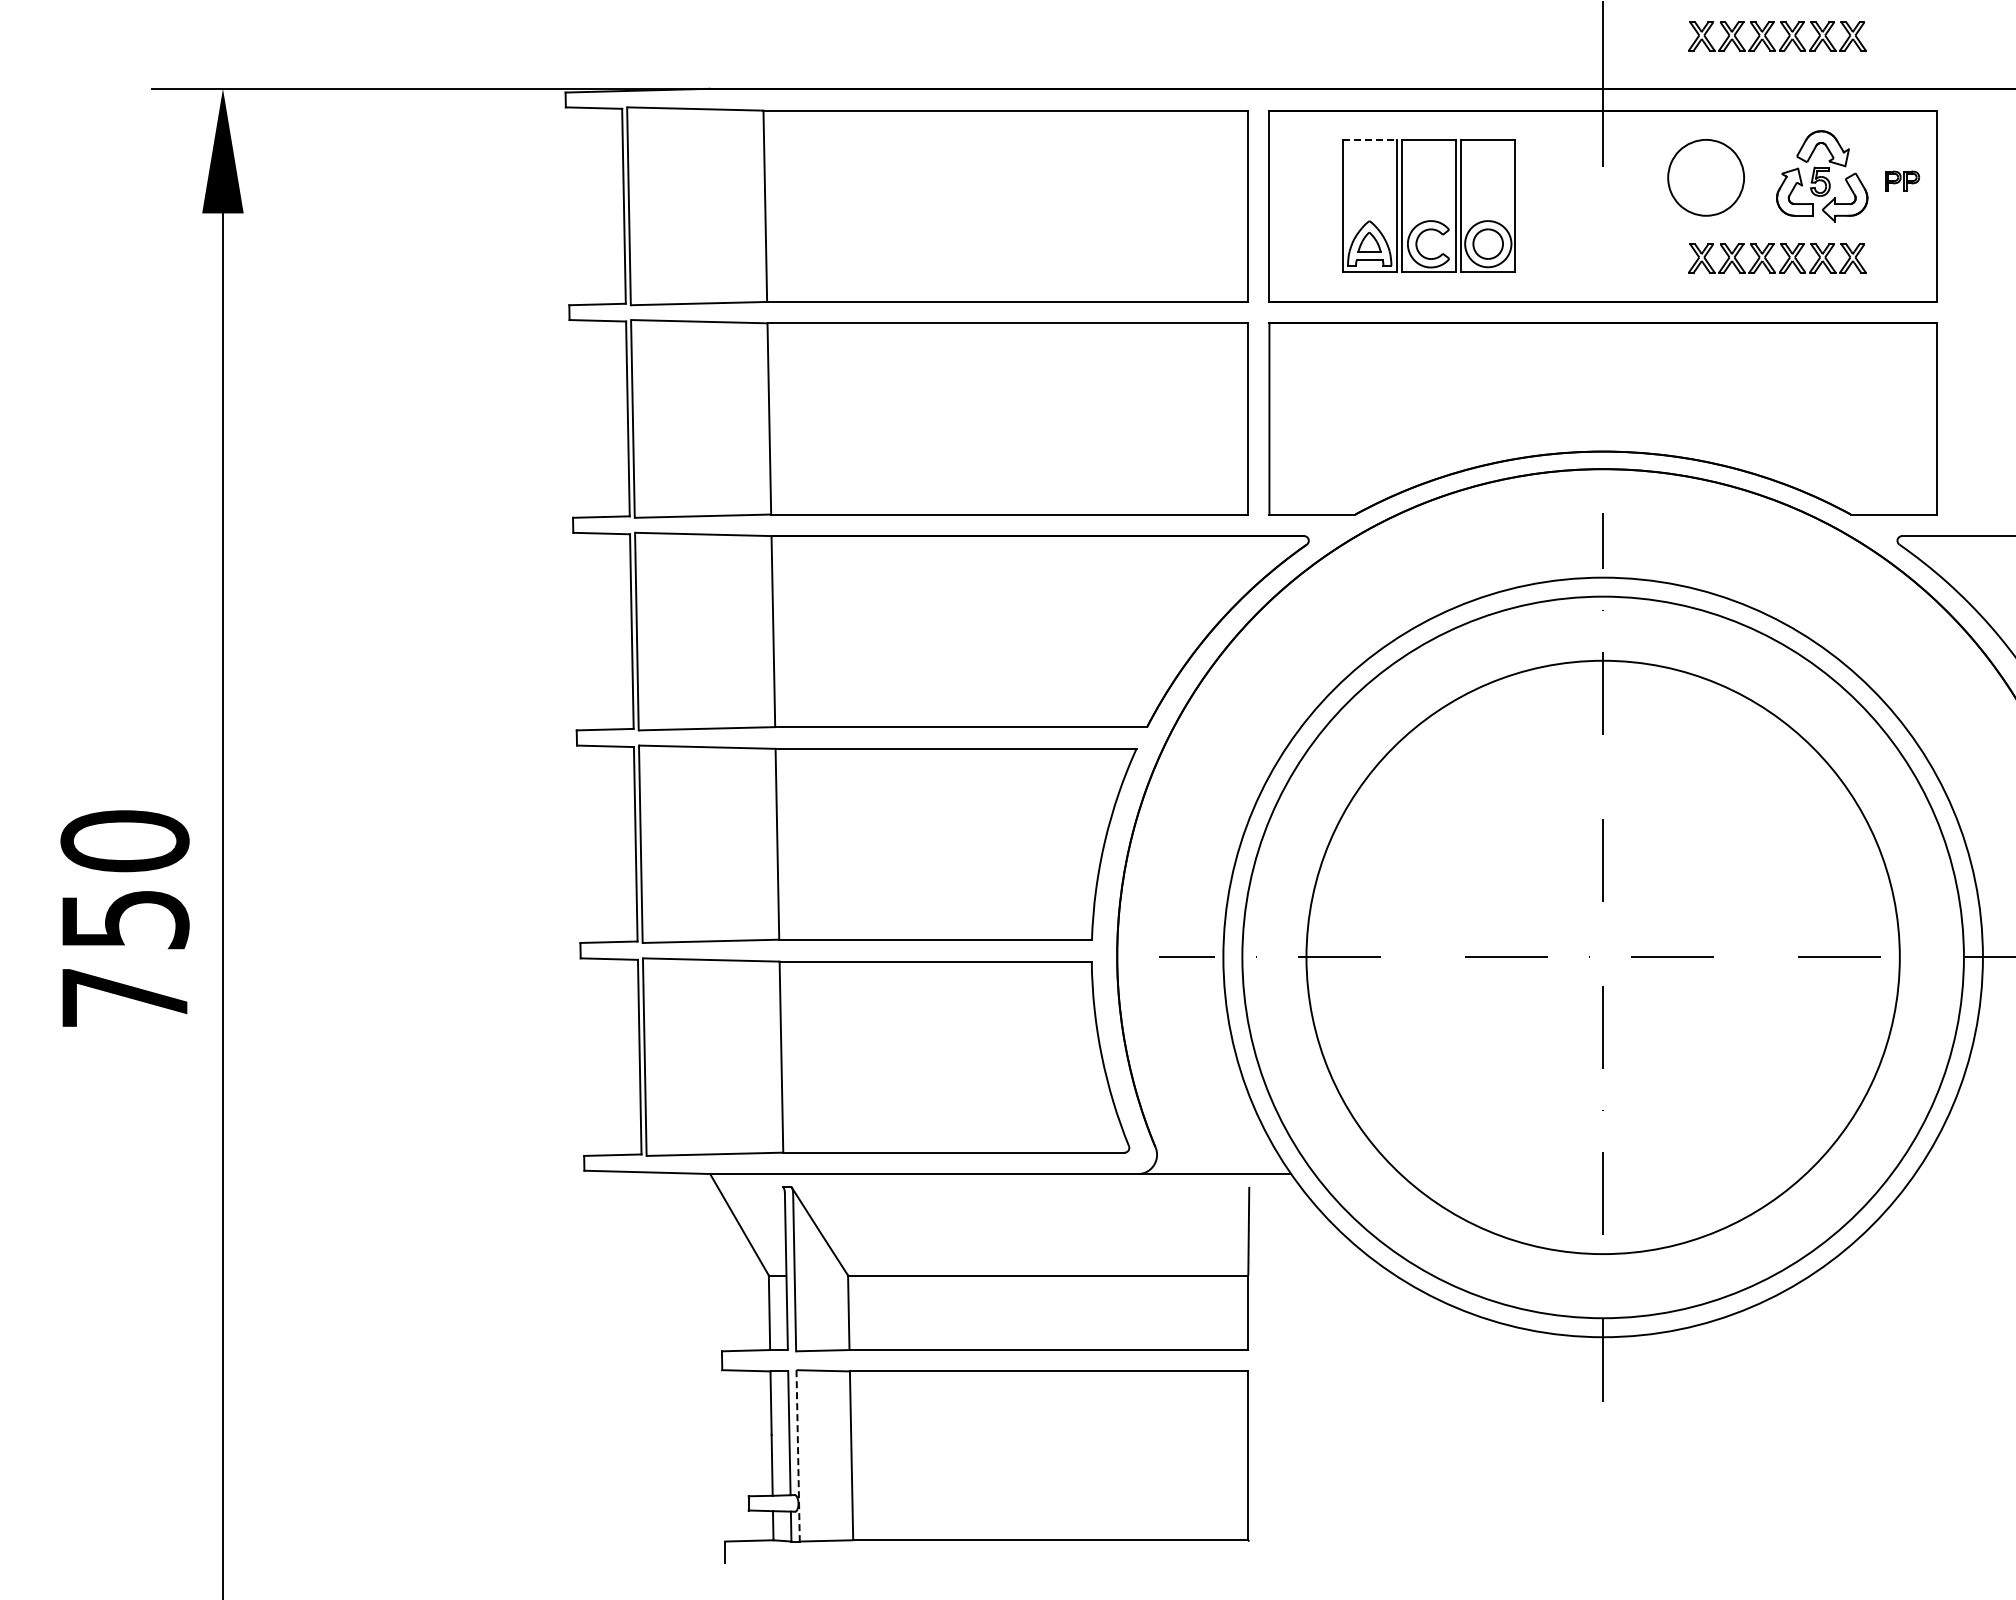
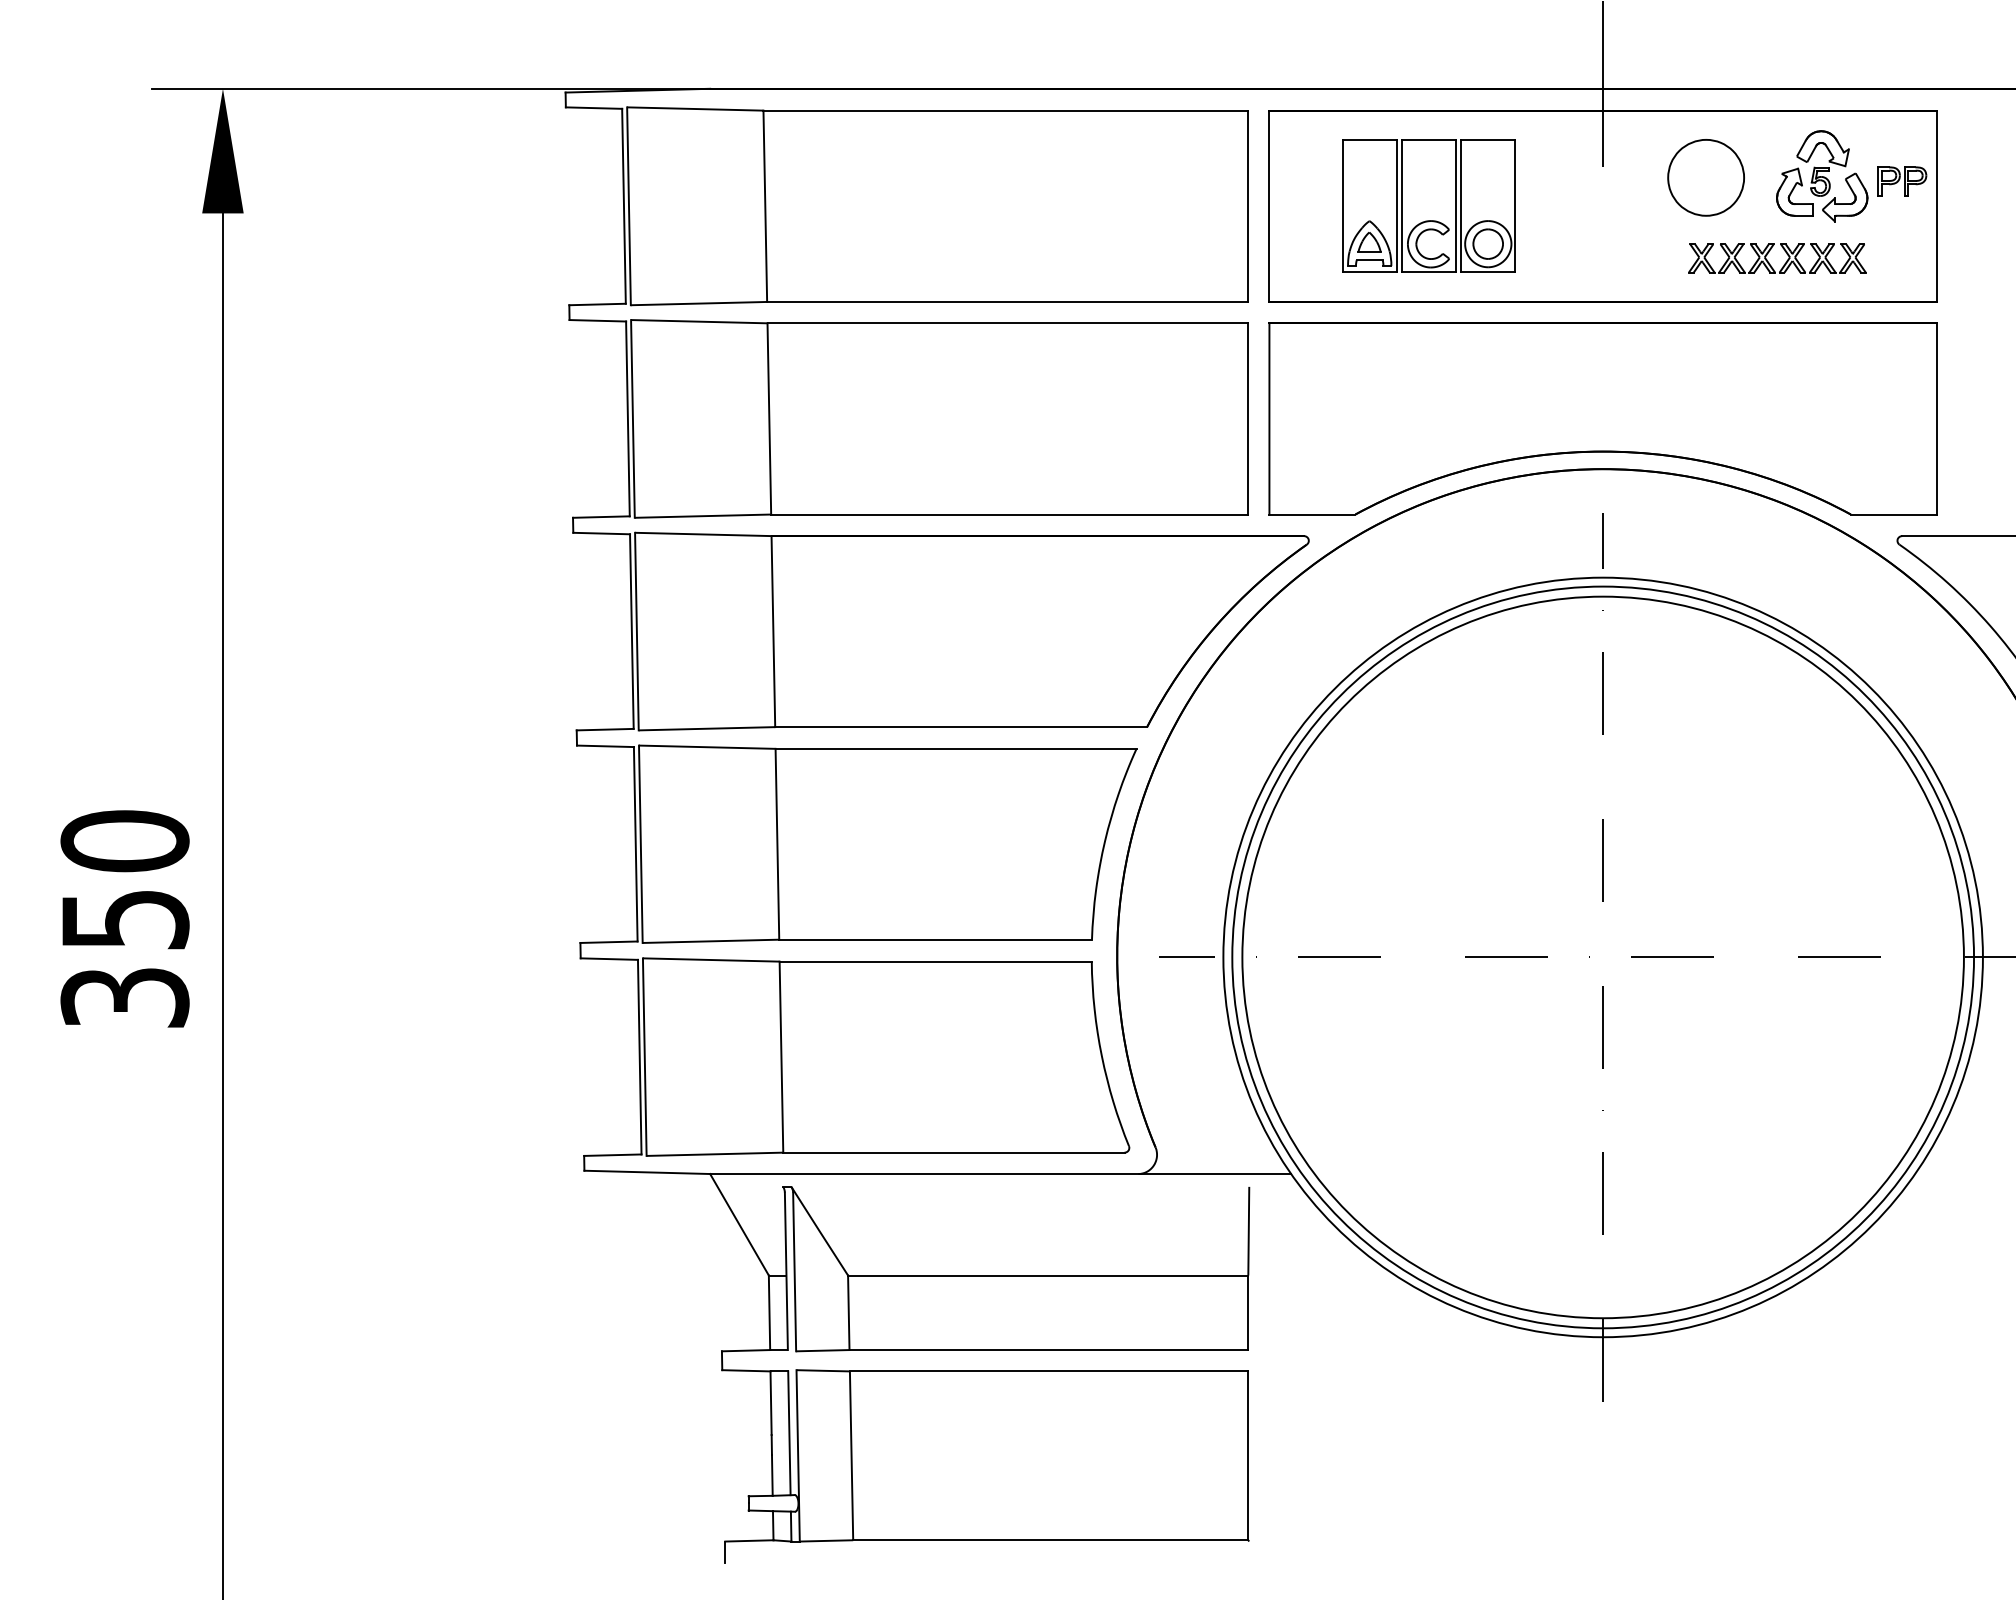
part at (1784, 41): present -> none
line at (1370, 140): dashed -> solid
part at (1902, 180) size: 36x22 px -> 51x31 px
circle at (1602, 957) diameter: 593 px -> 742 px
text at (124, 997): 750 -> 350
line at (798, 1455): dashed -> solid
